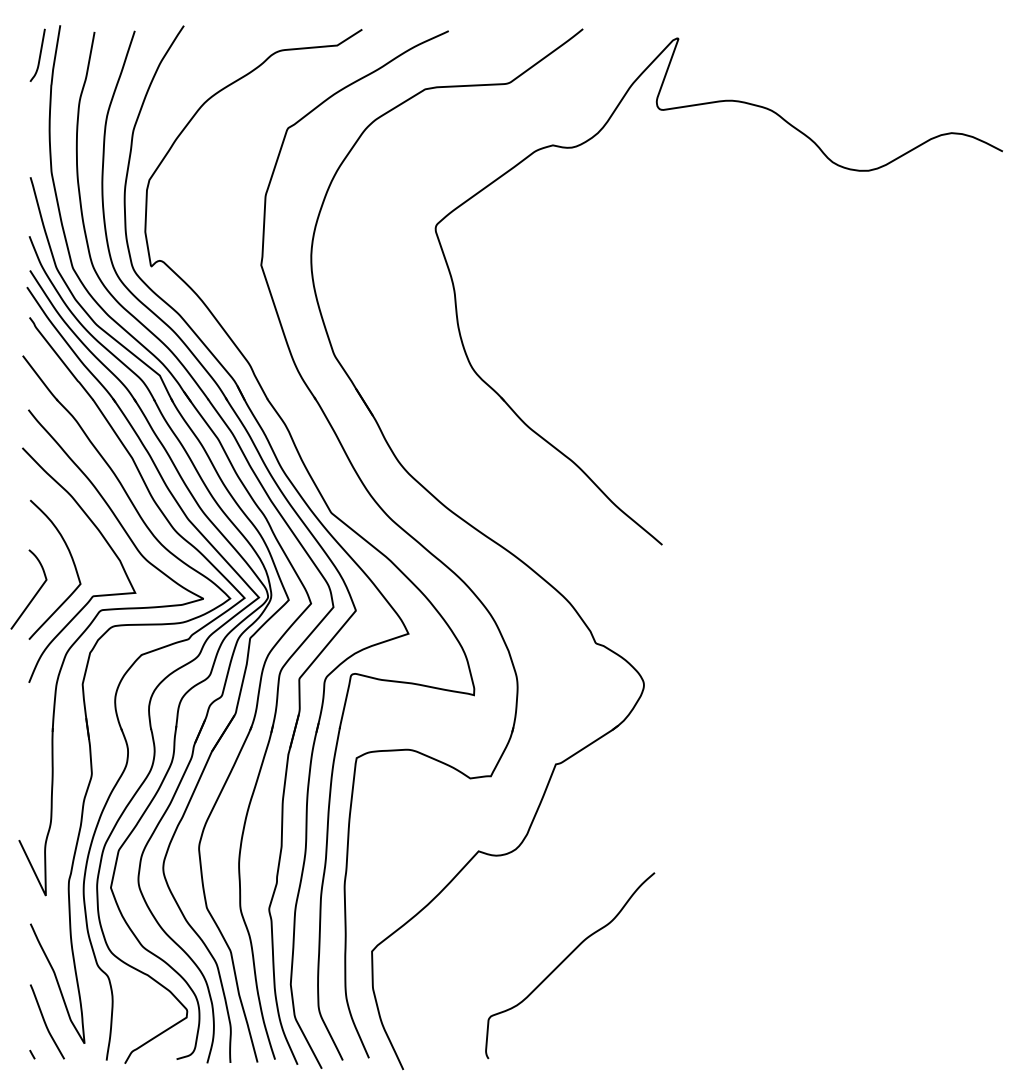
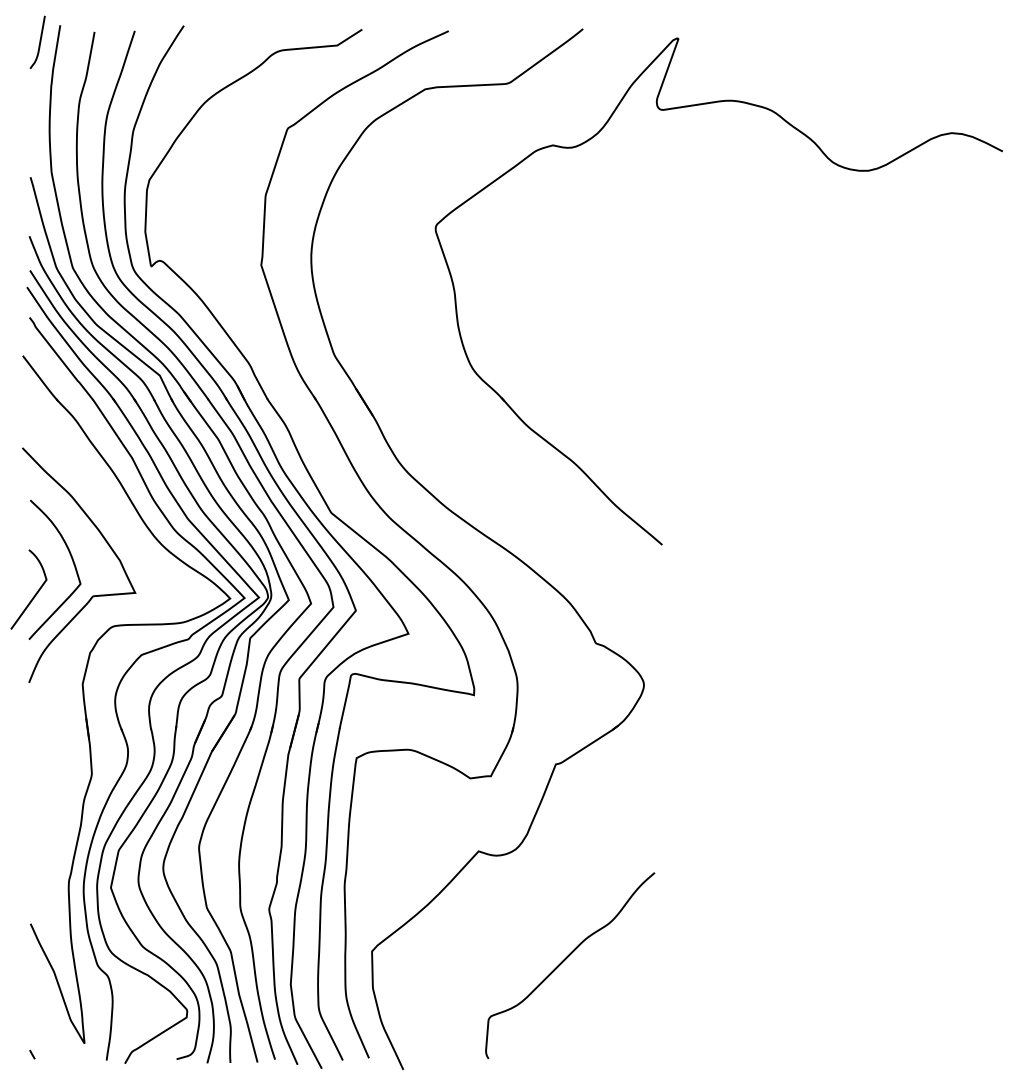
curve at (39, 54) position: (39, 54) -> (39, 41)
part at (83, 634): present -> none
curve at (45, 1021): present -> none
